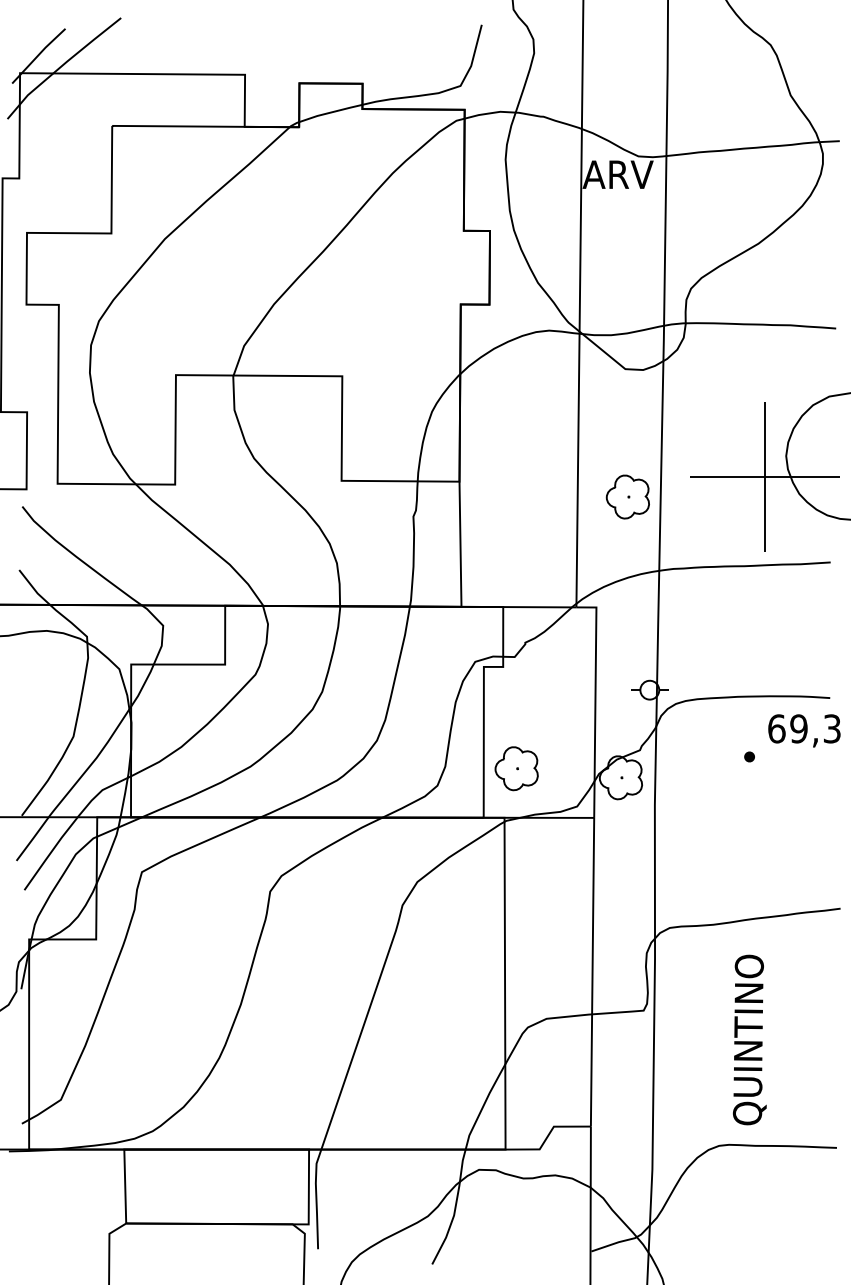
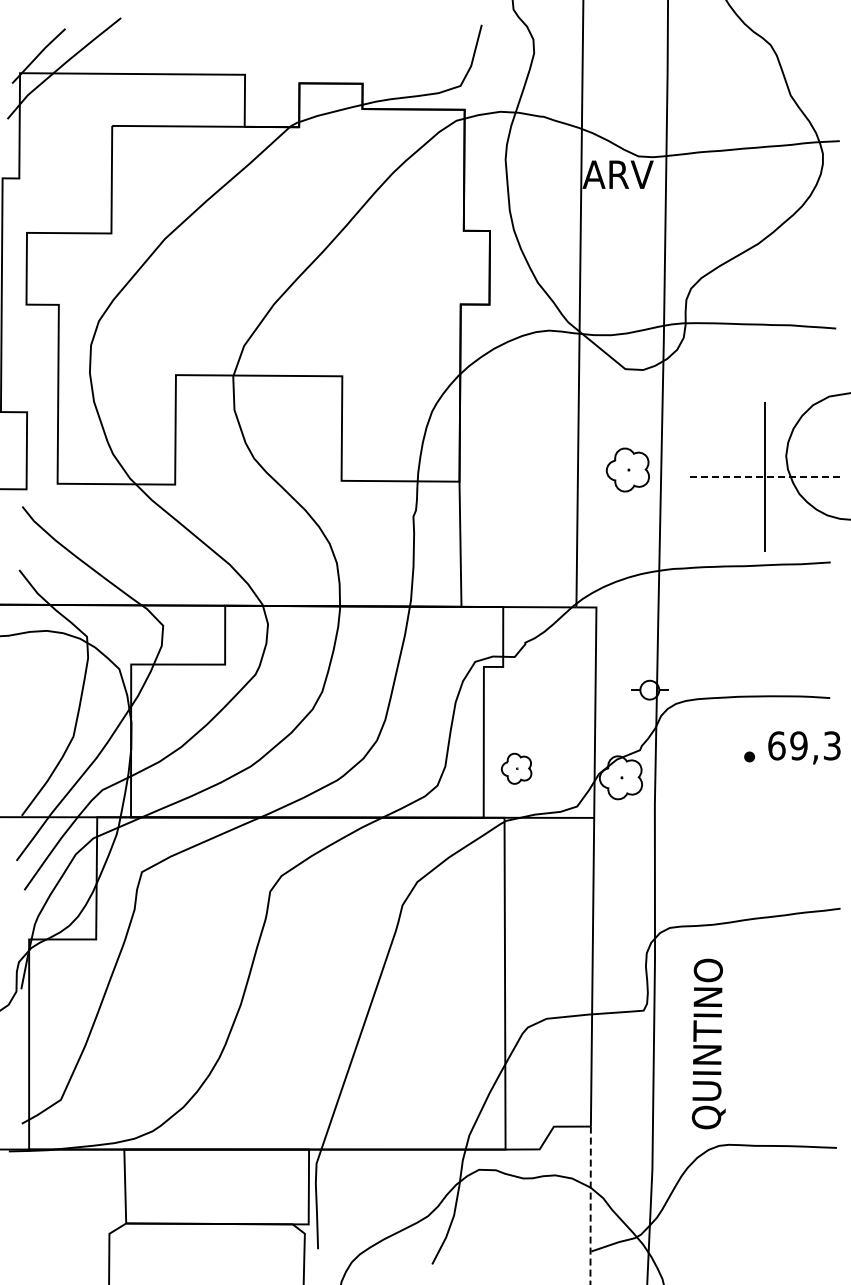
line at (764, 477): solid -> dashed
part at (627, 496) position: (627, 496) -> (627, 469)
text at (804, 730) position: (804, 730) -> (804, 747)
part at (516, 768) size: 45x46 px -> 32x33 px
text at (749, 1039) position: (749, 1039) -> (708, 1043)
line at (590, 1205): solid -> dashed
